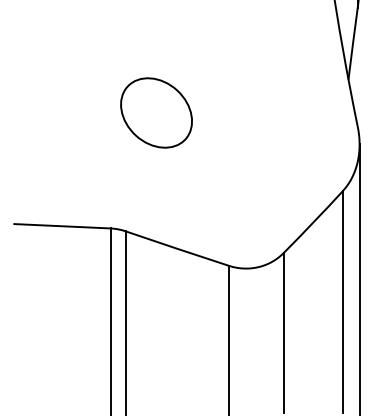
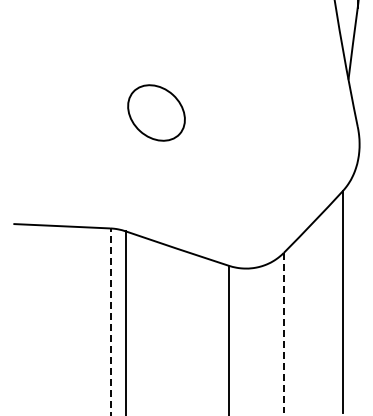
part at (156, 112) size: 73x72 px -> 59x58 px
line at (359, 278): present -> none
line at (110, 321): solid -> dashed
line at (283, 333): solid -> dashed
